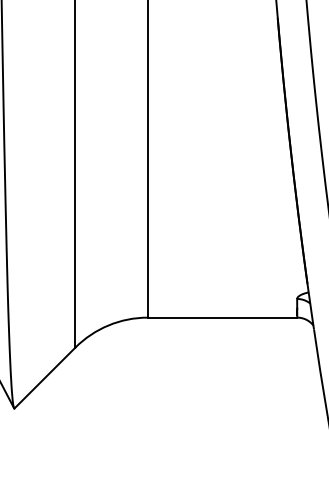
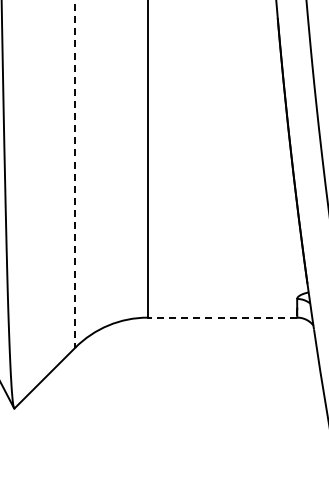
line at (75, 174): solid -> dashed
line at (222, 317): solid -> dashed
